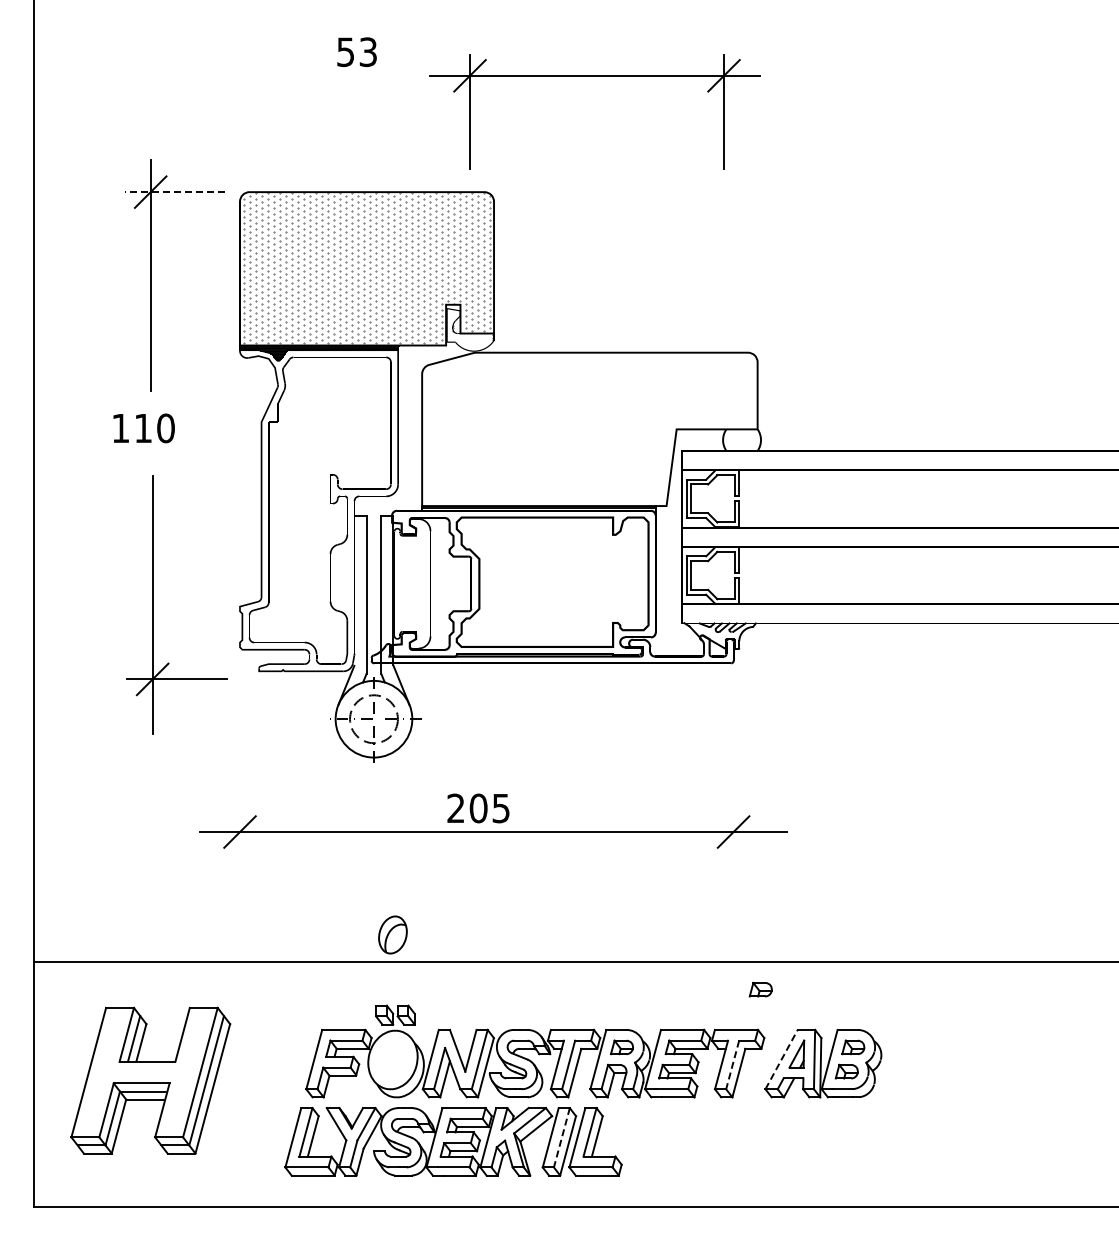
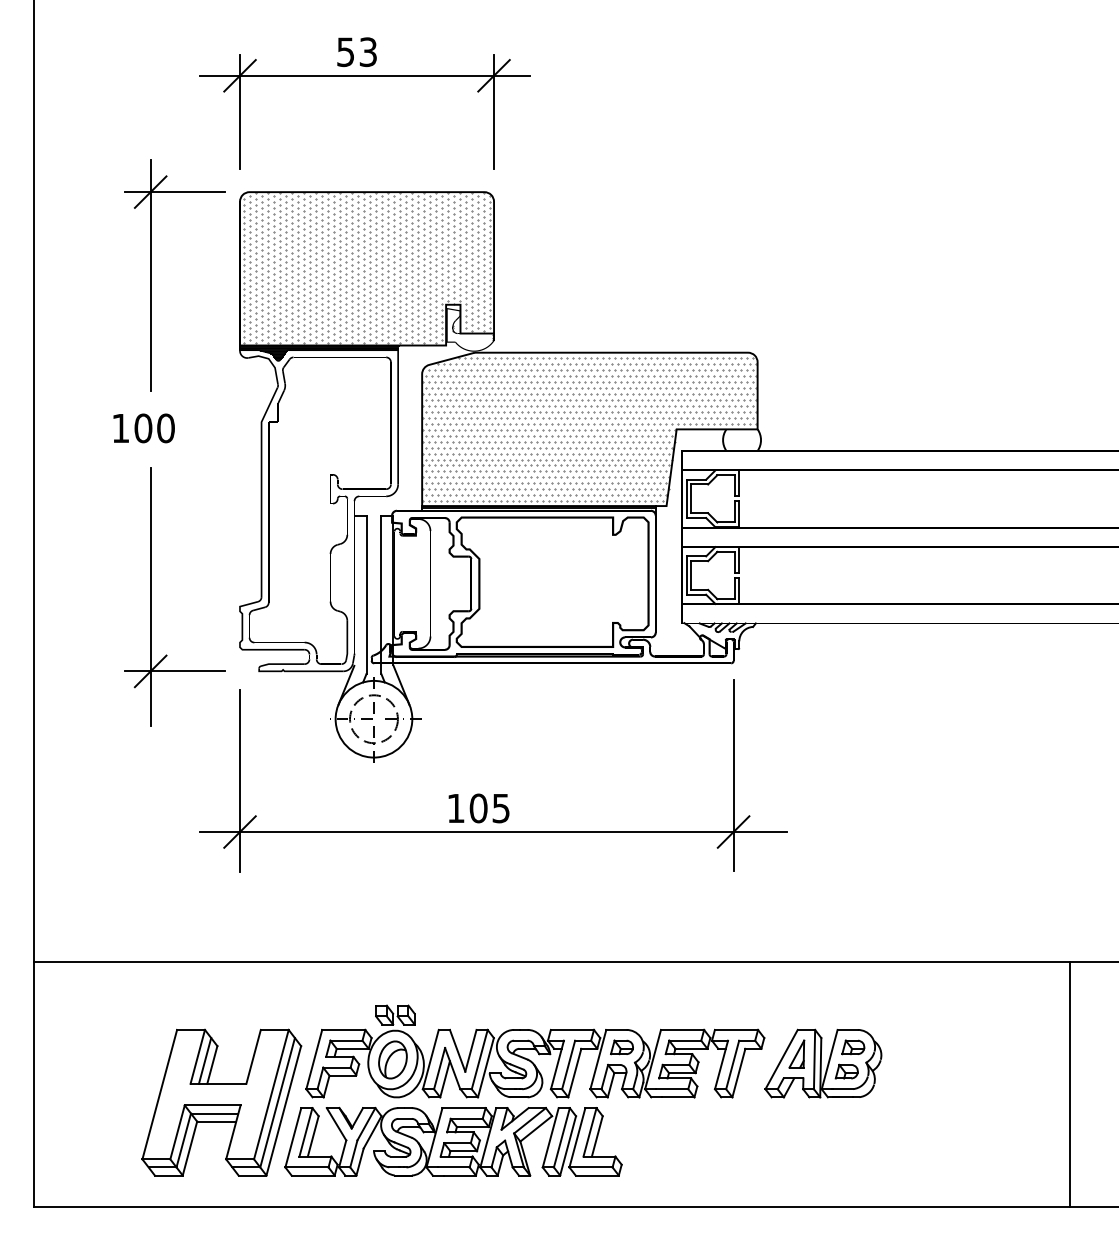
part at (594, 76) position: (594, 76) -> (364, 76)
line at (175, 192): dashed -> solid
text at (143, 428): 110 -> 100
hatch at (589, 429): none -> present
part at (153, 604) position: (153, 604) -> (151, 596)
line at (733, 775): none -> present
line at (240, 780): none -> present
text at (455, 807): 205 -> 105
part at (392, 934) position: (392, 934) -> (392, 1059)
part at (760, 989): present -> none
line at (781, 1059): dashed -> solid
line at (732, 1065): dashed -> solid
part at (150, 1080) position: (150, 1080) -> (221, 1102)
line at (1069, 1084): none -> present
line at (561, 1137): dashed -> solid
